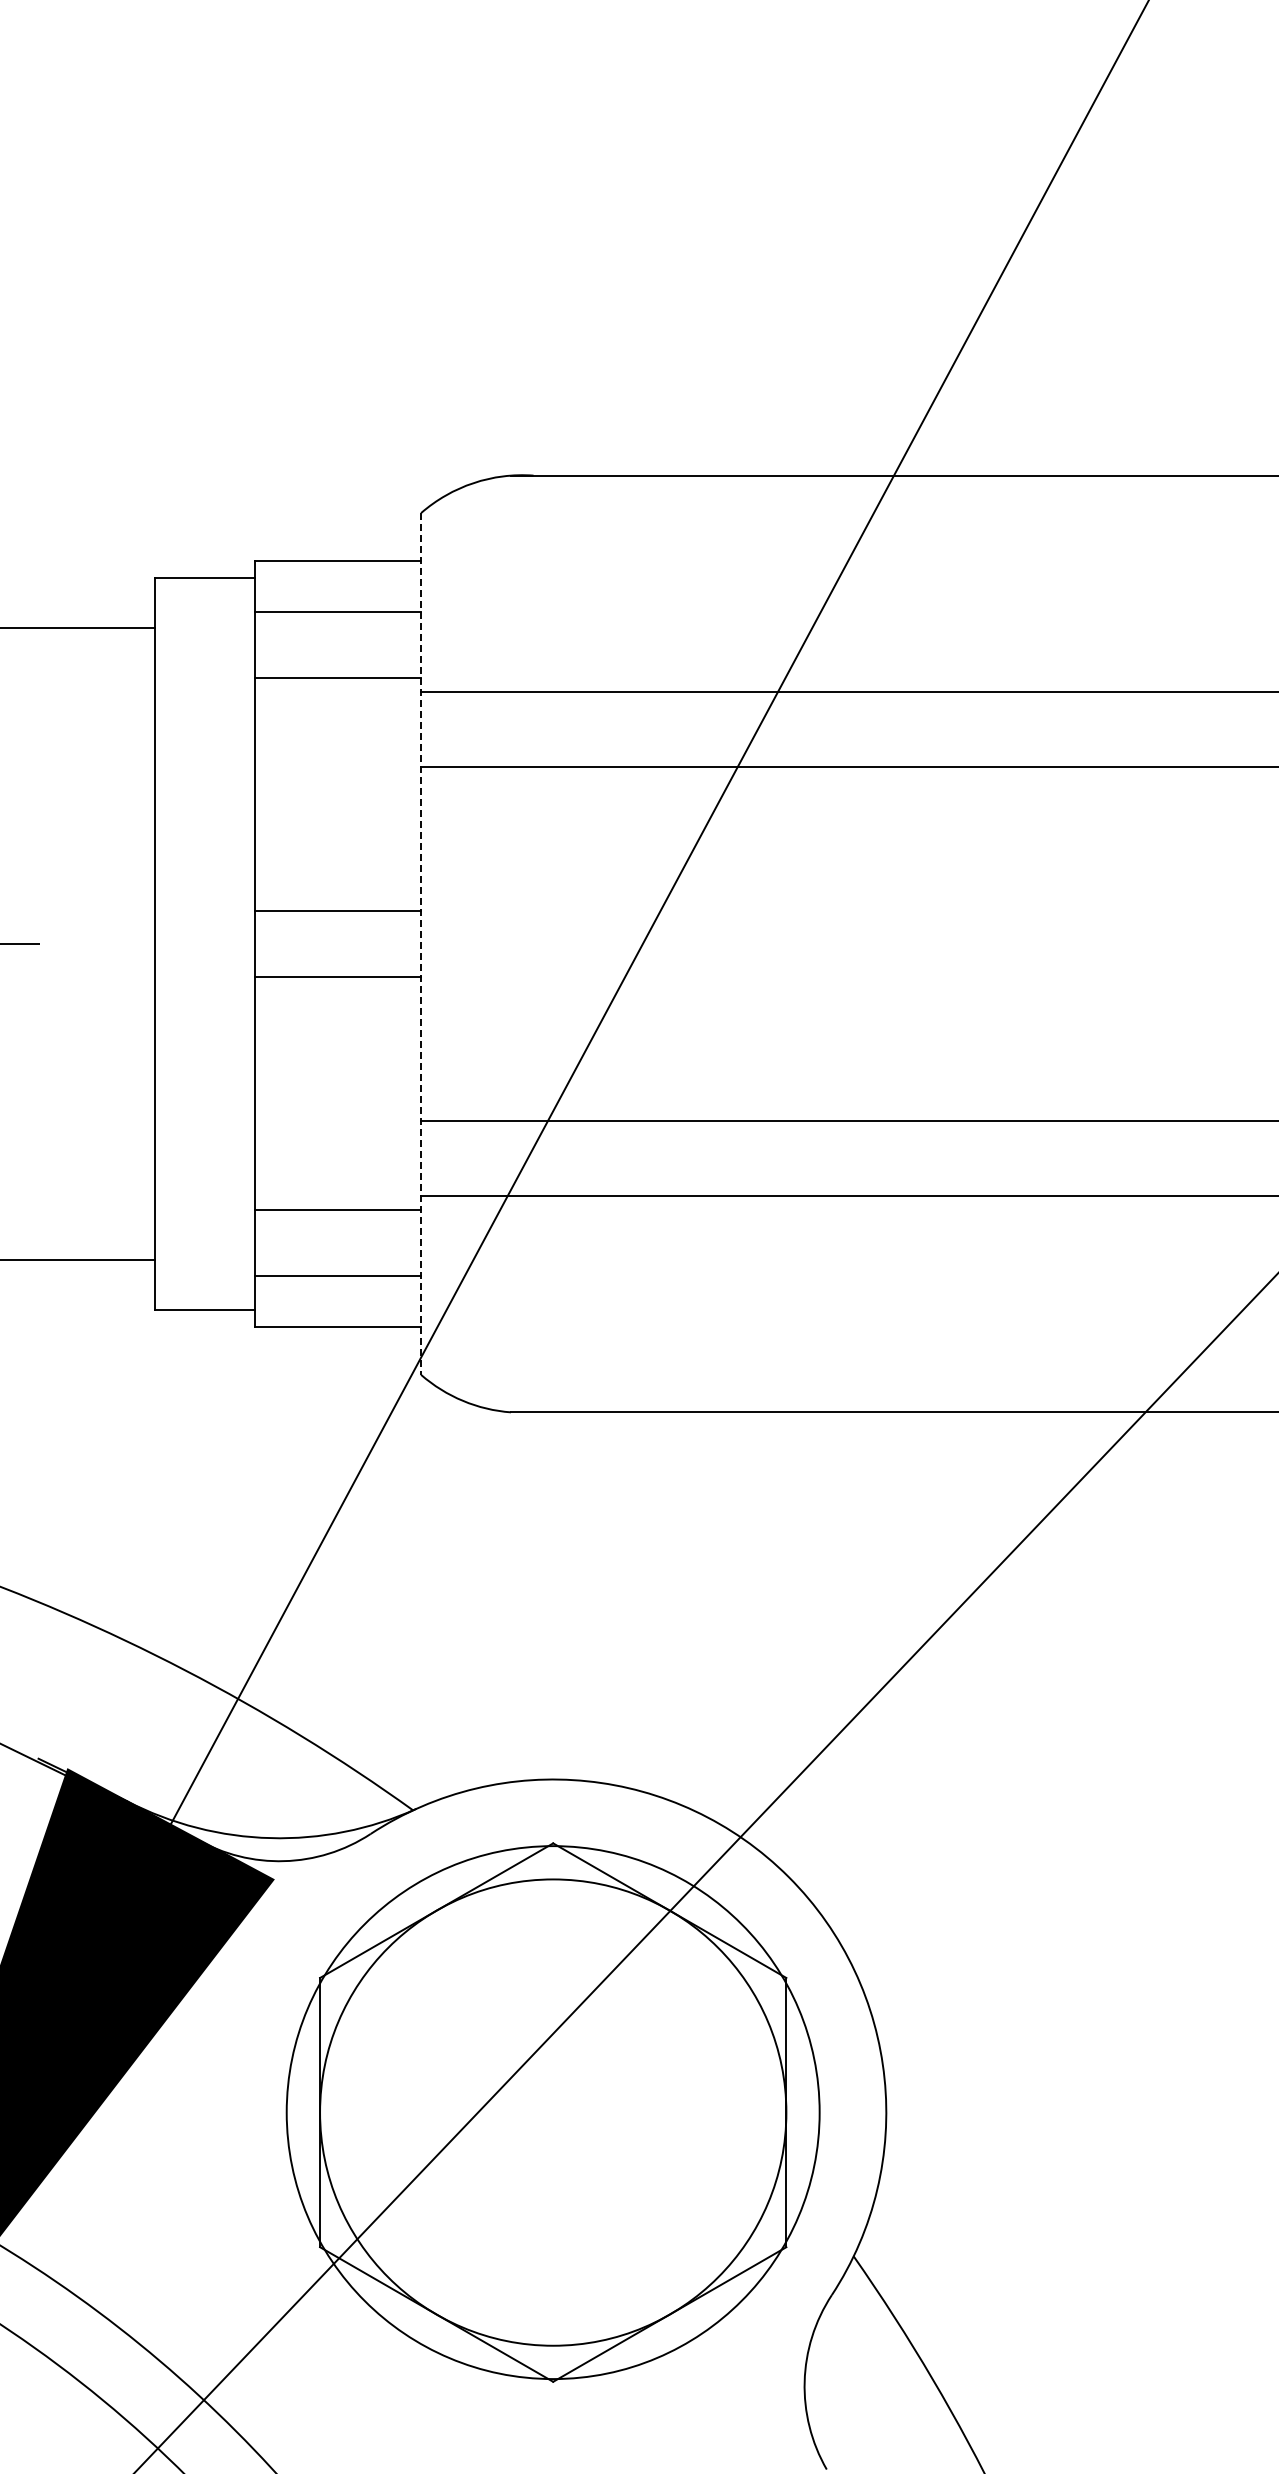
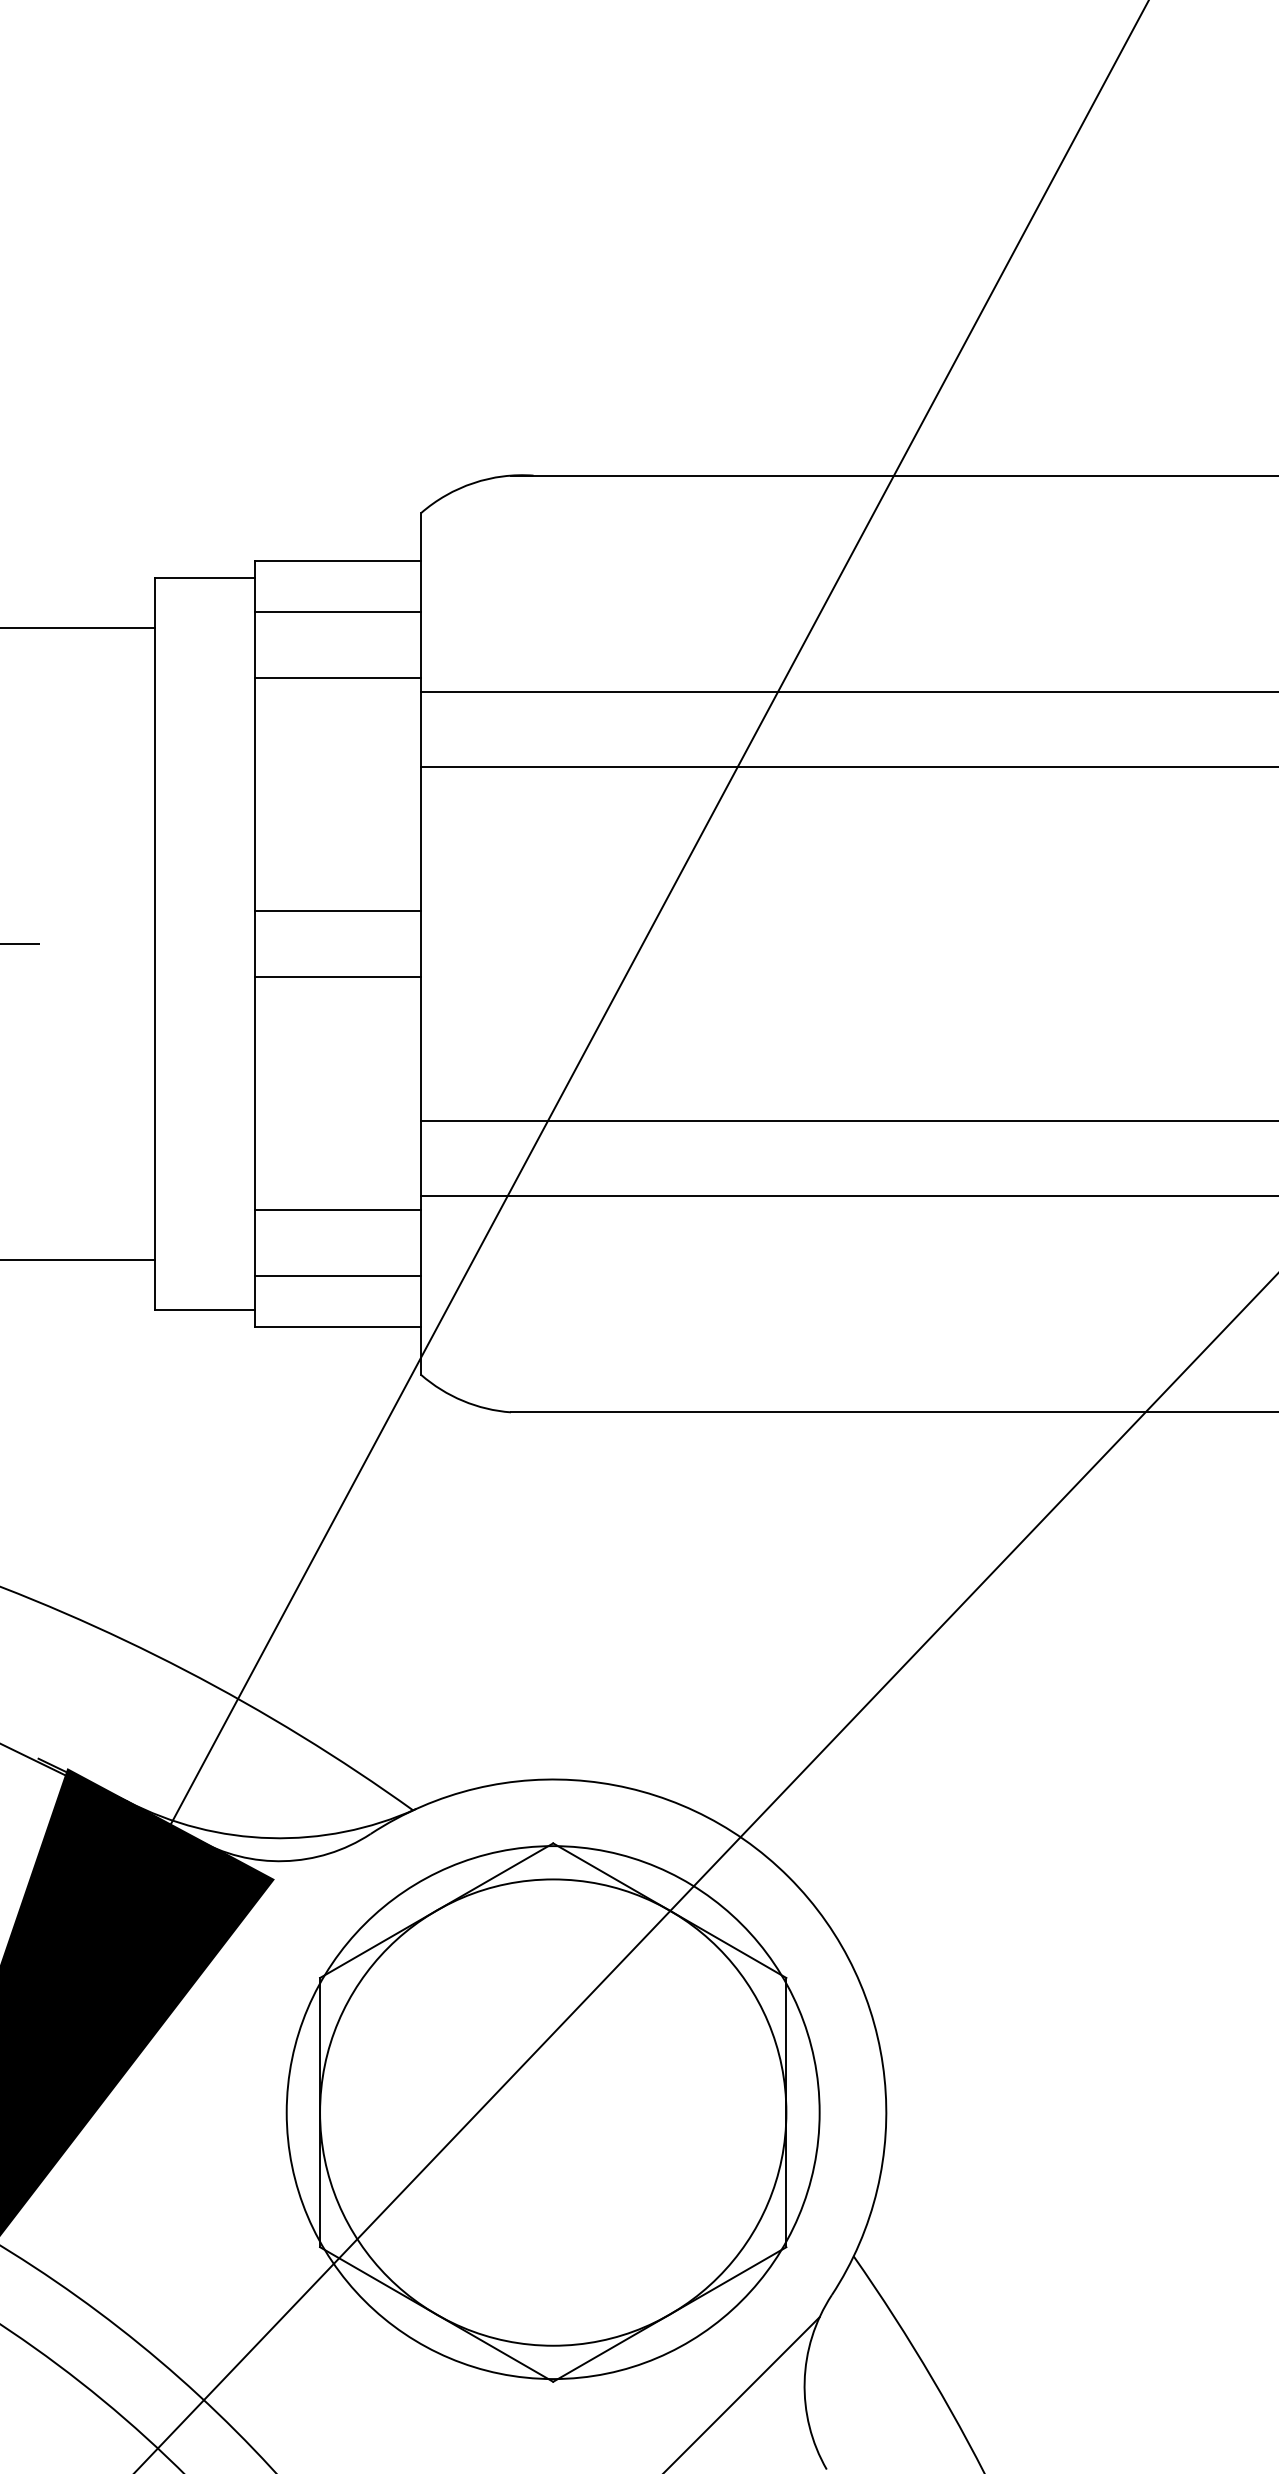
line at (421, 944): dashed -> solid
line at (742, 2393): none -> present
